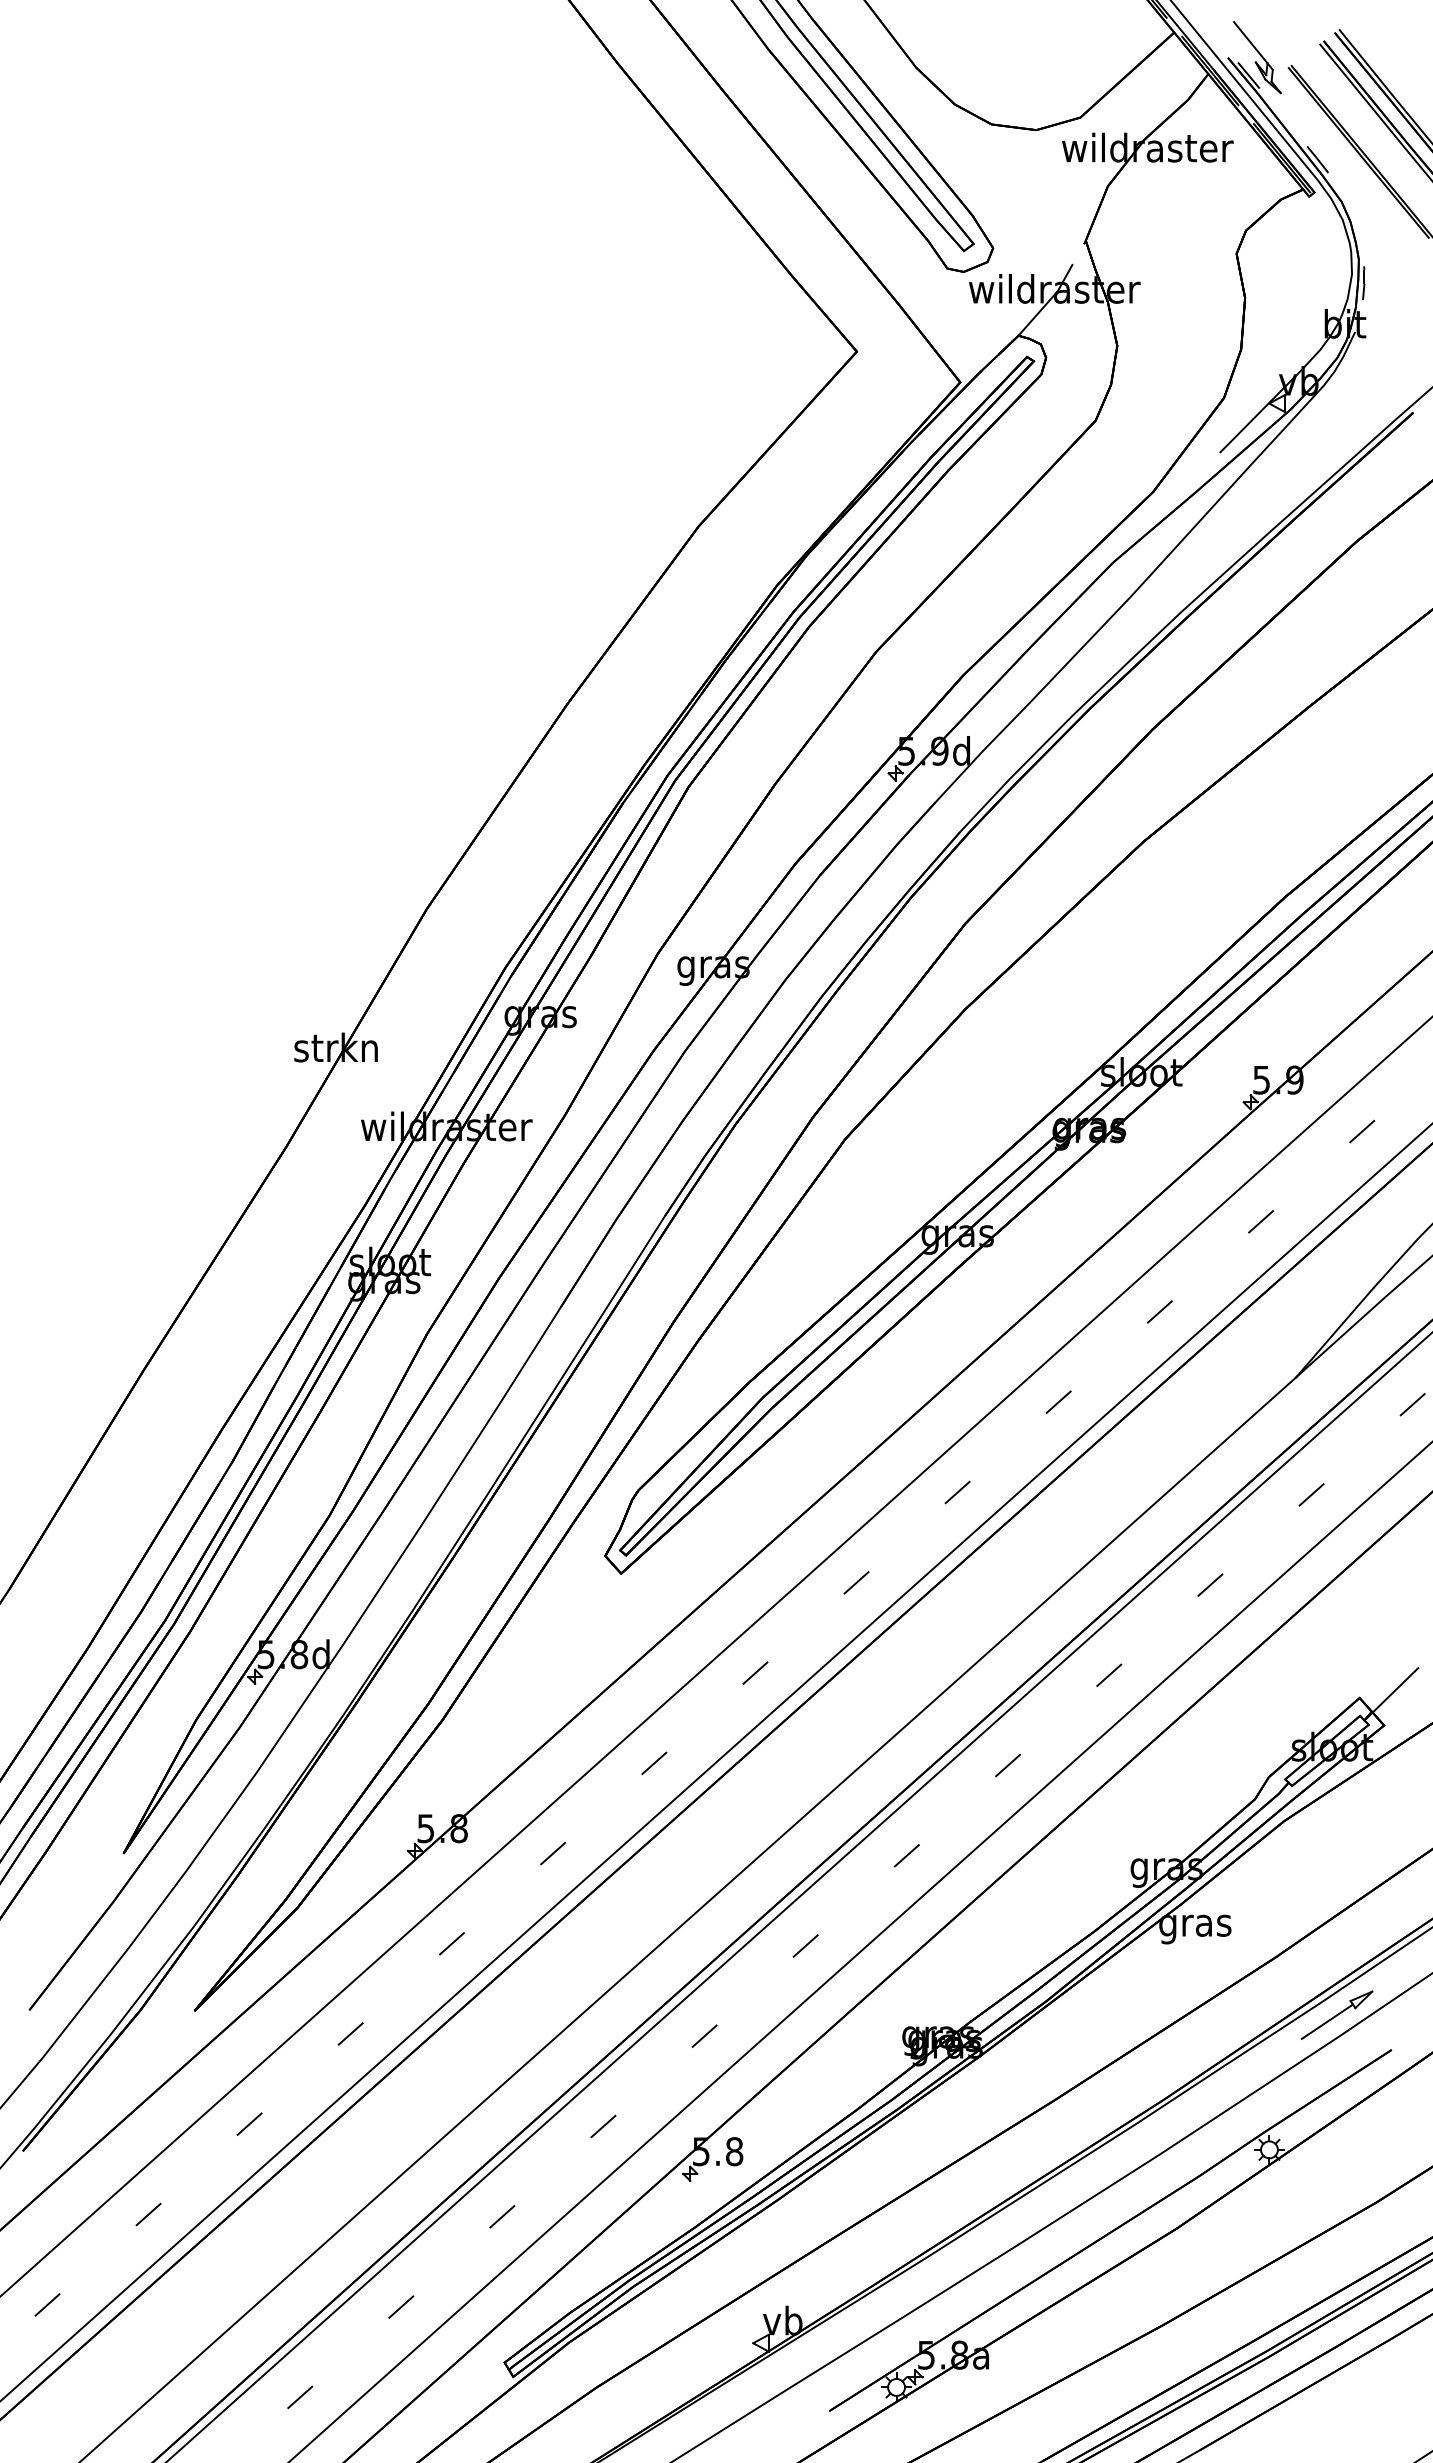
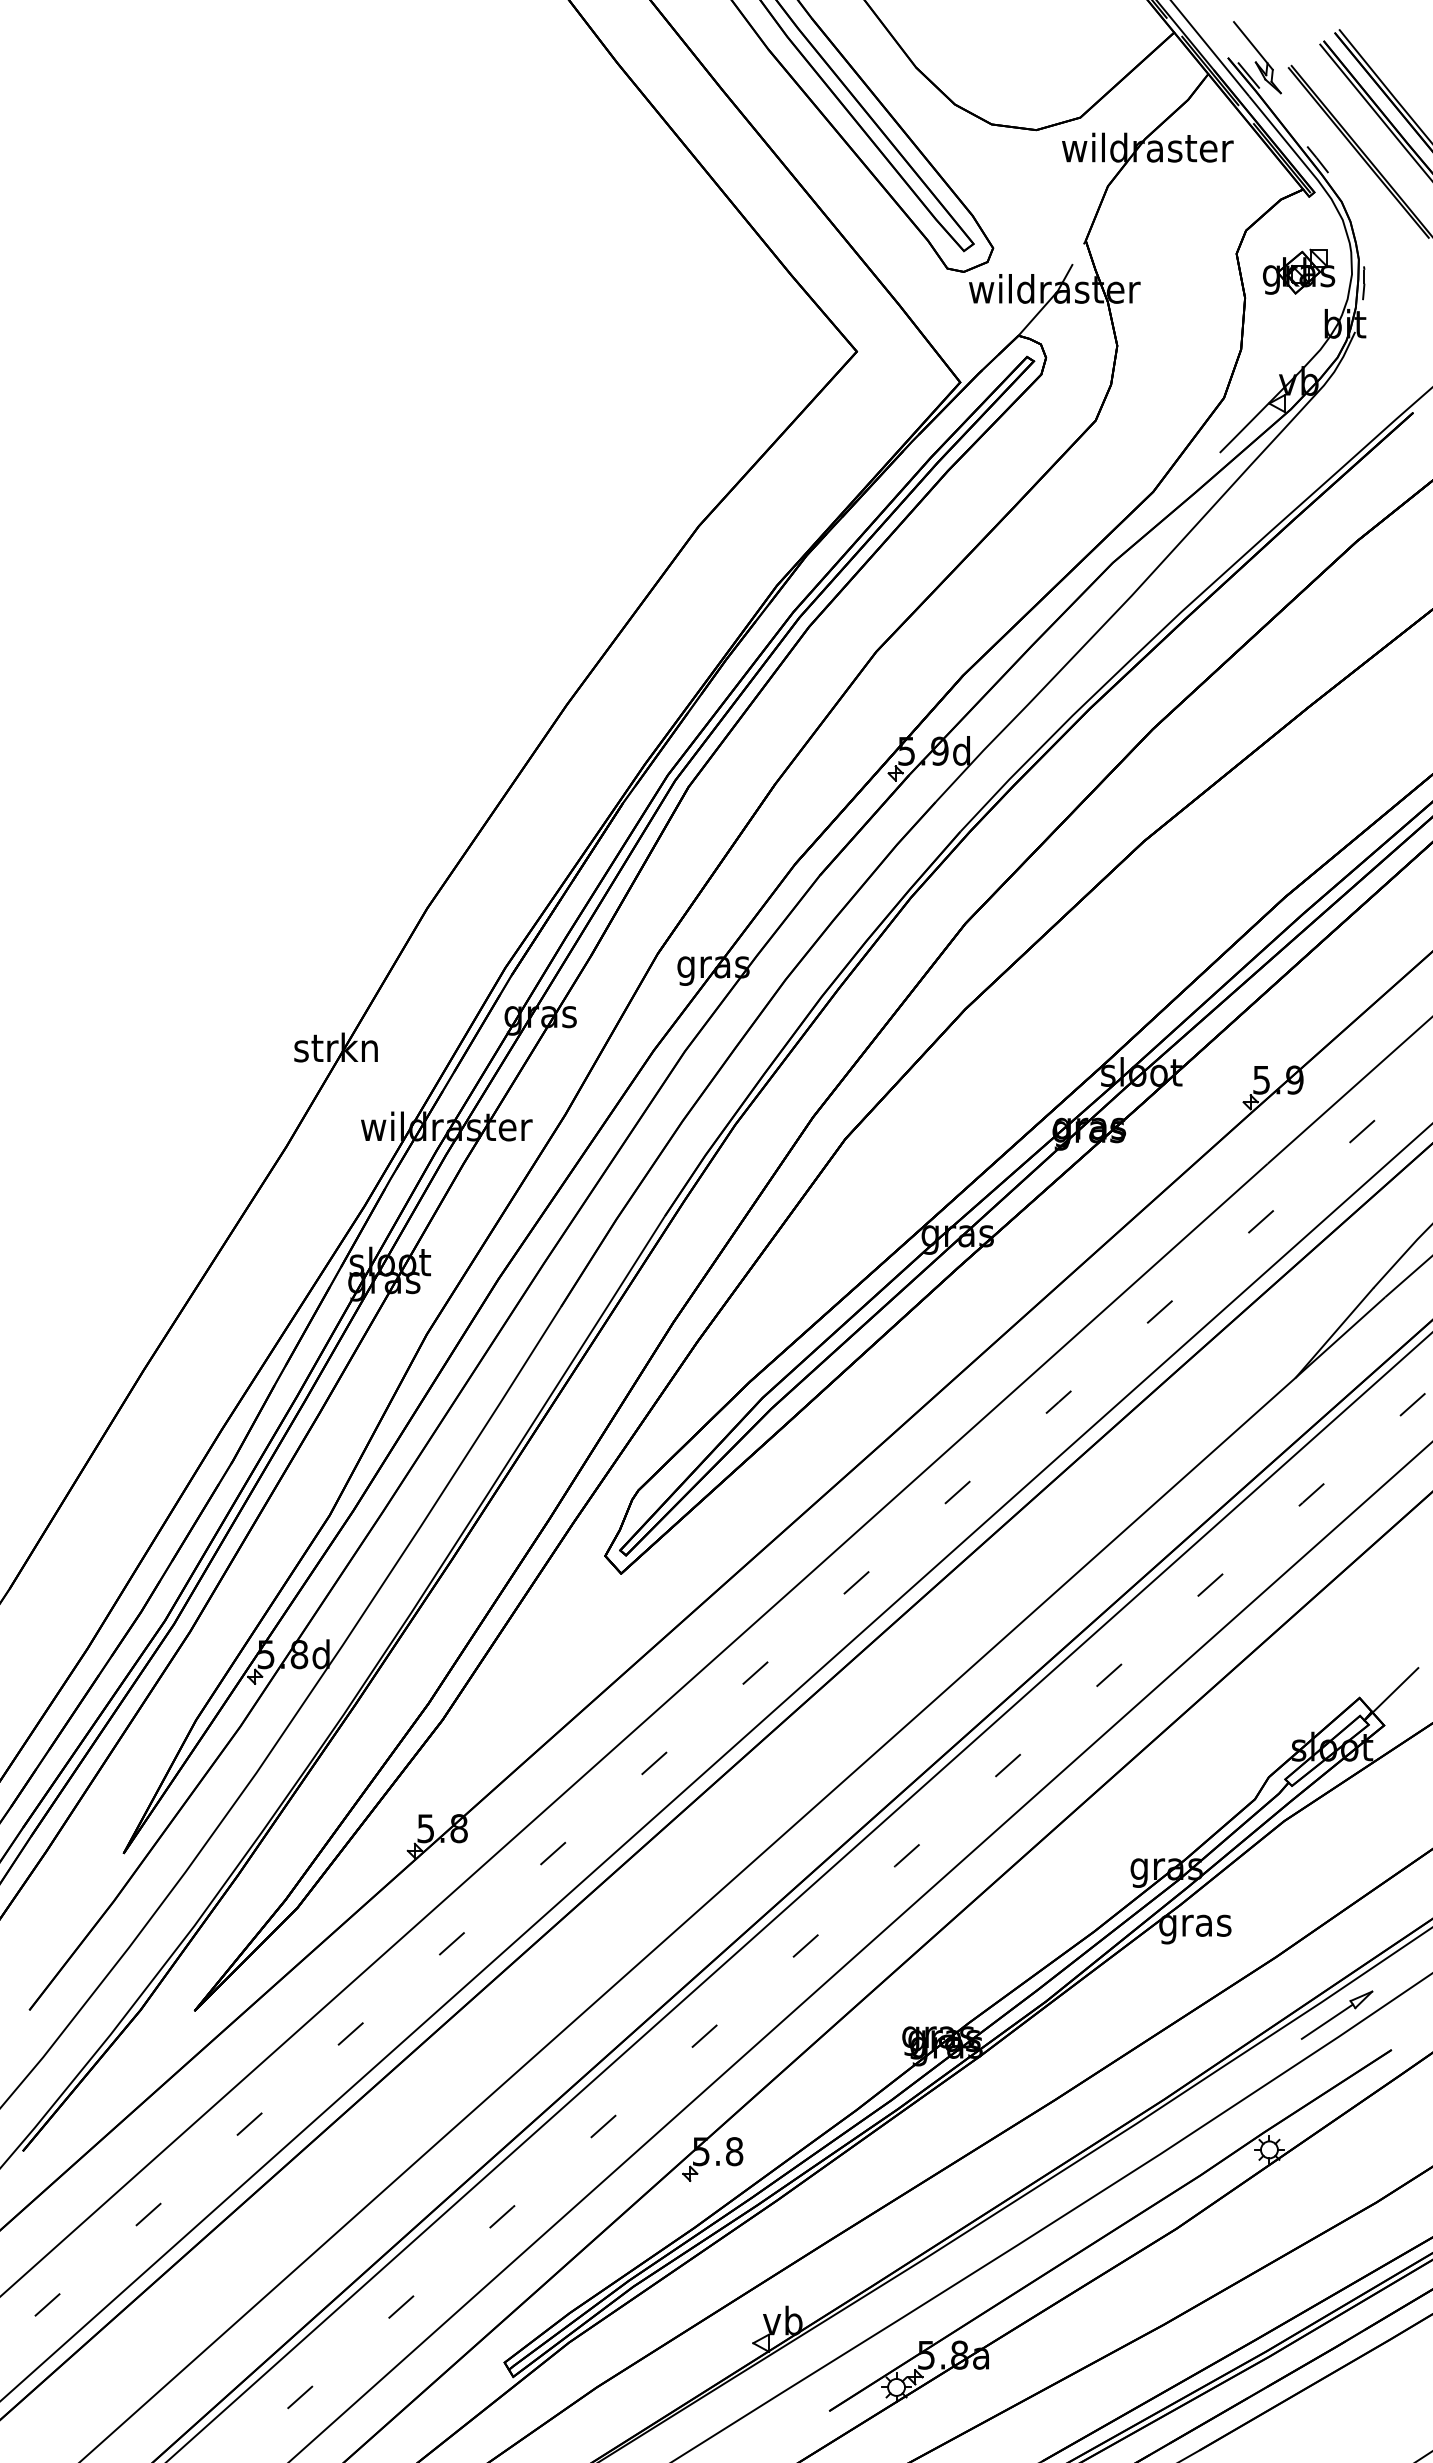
part at (1299, 271): none -> present
